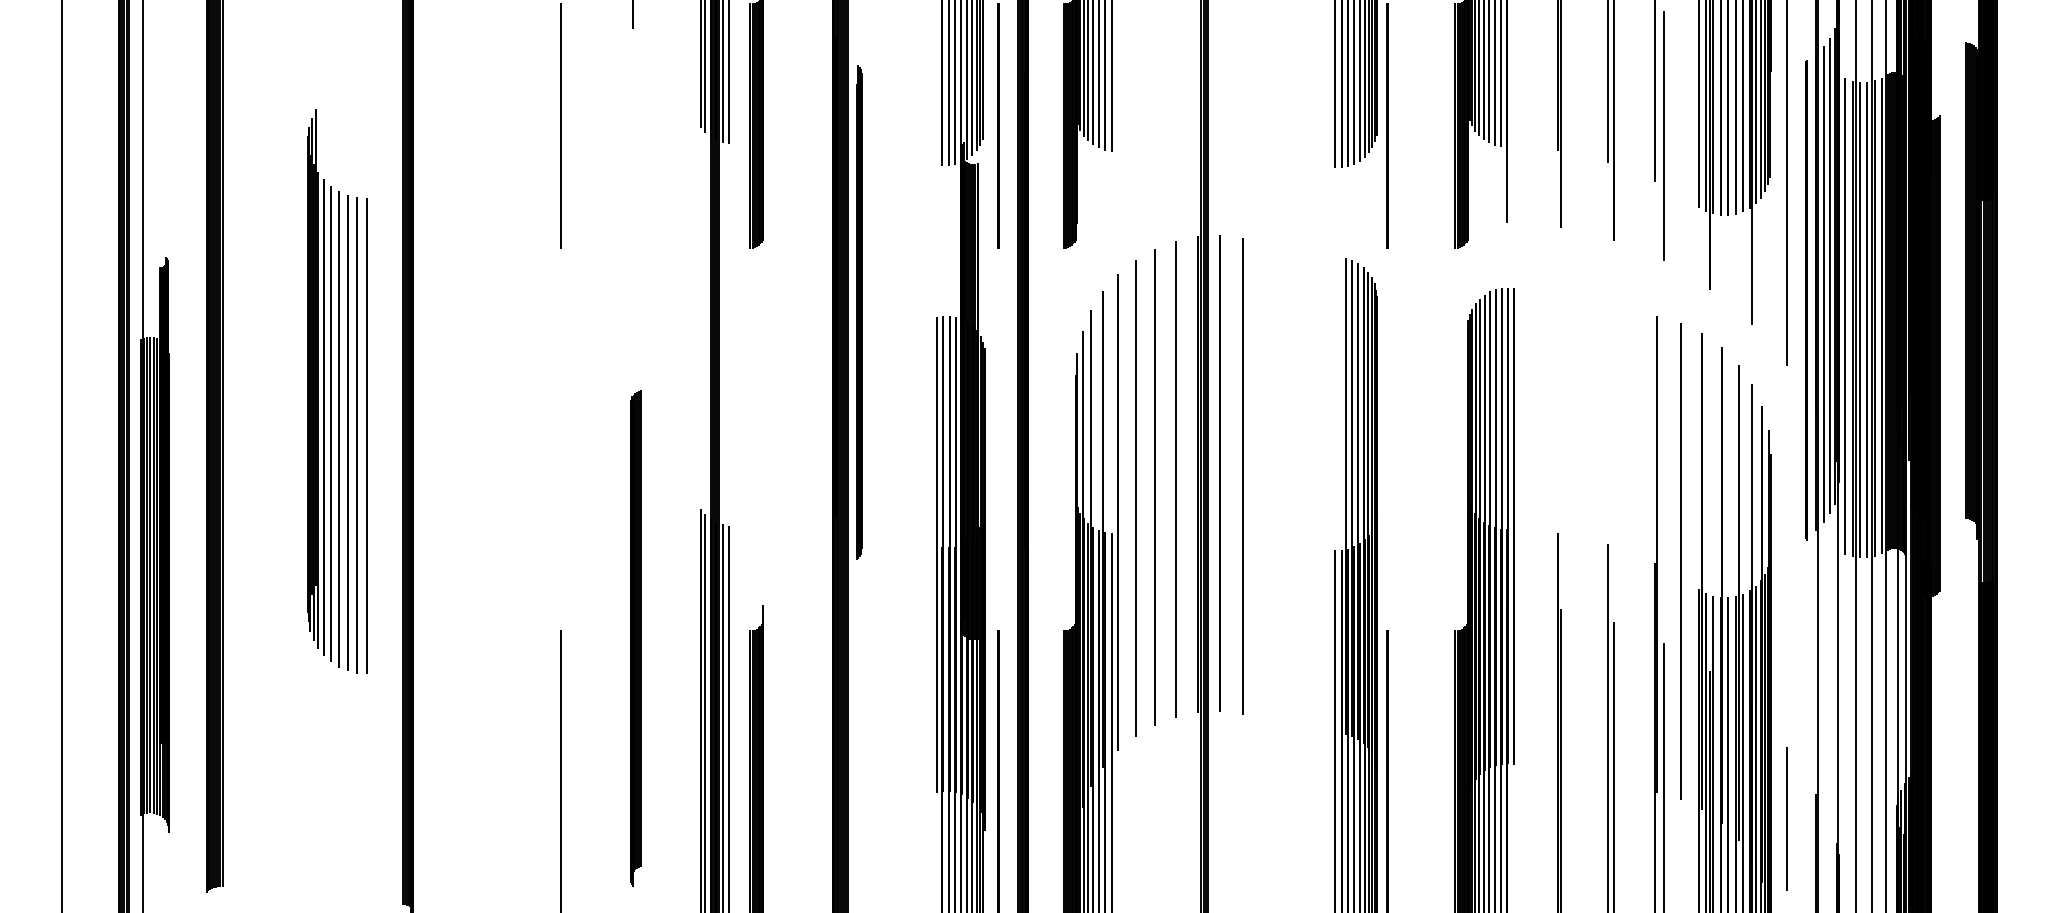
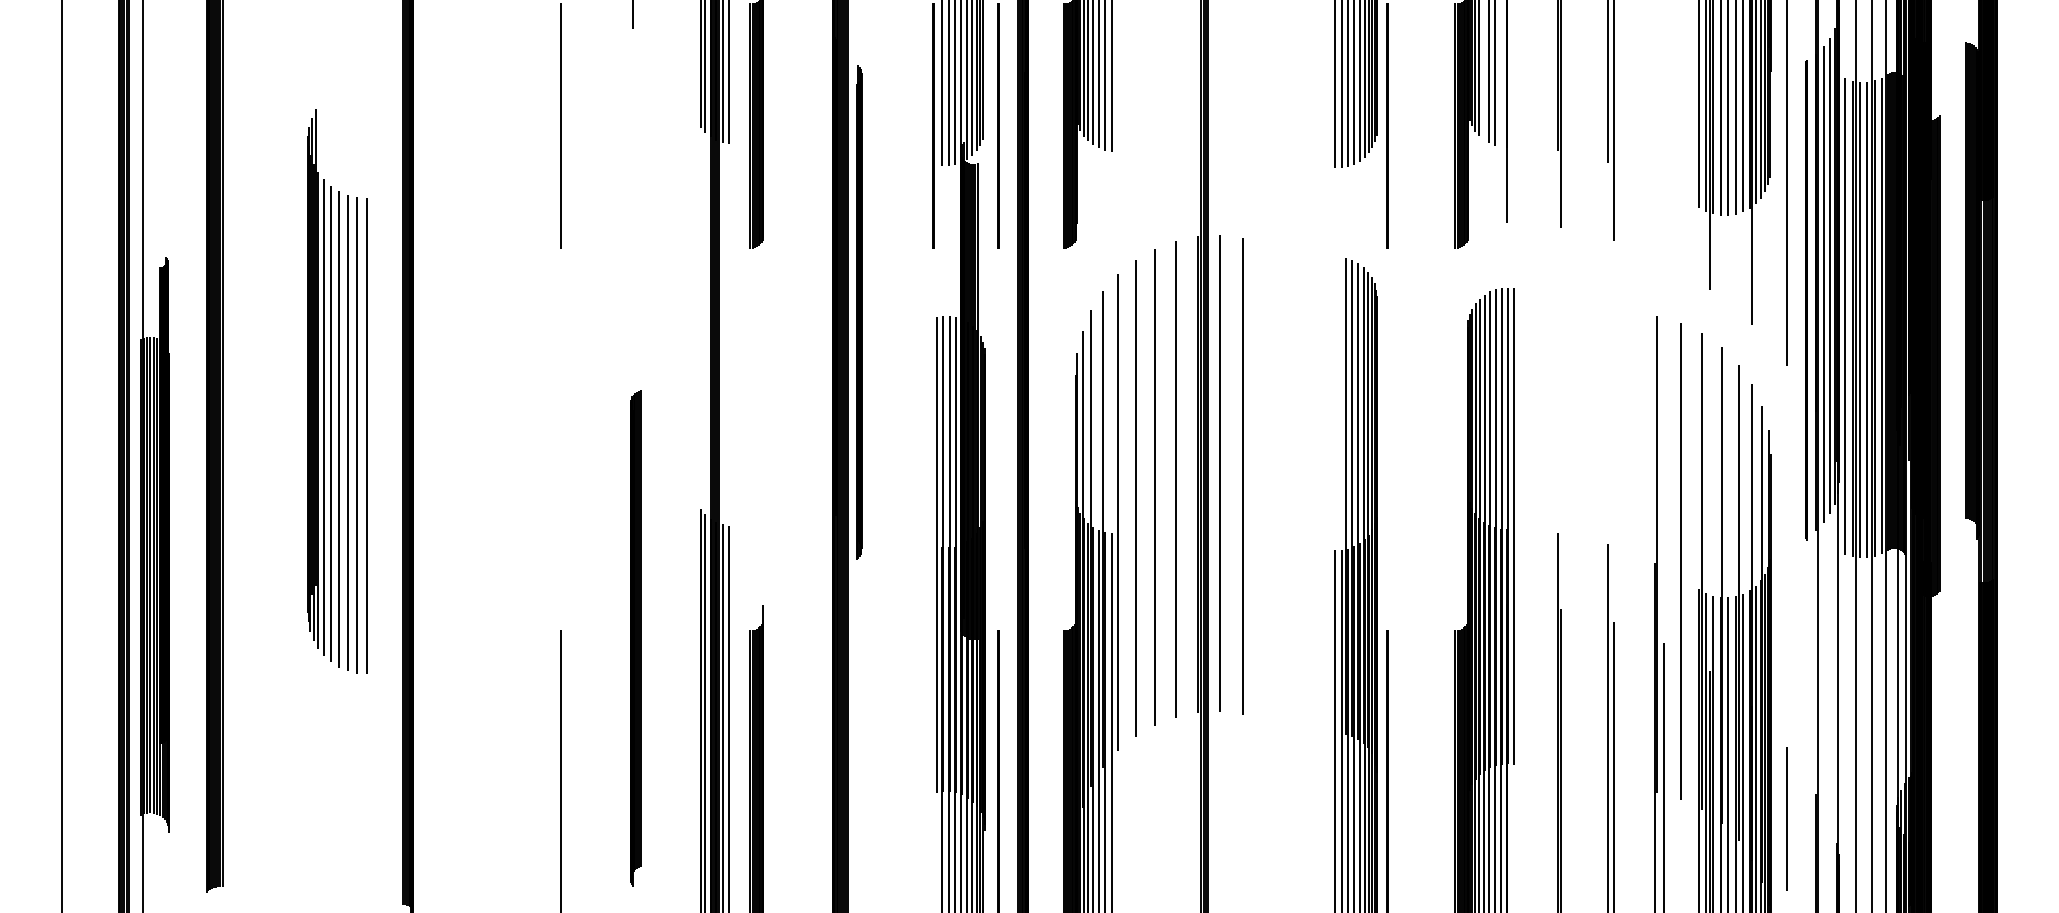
line at (1484, 71): present -> none
line at (1500, 74): present -> none
line at (1655, 91): present -> none
line at (933, 125): none -> present
line at (1663, 135): present -> none
